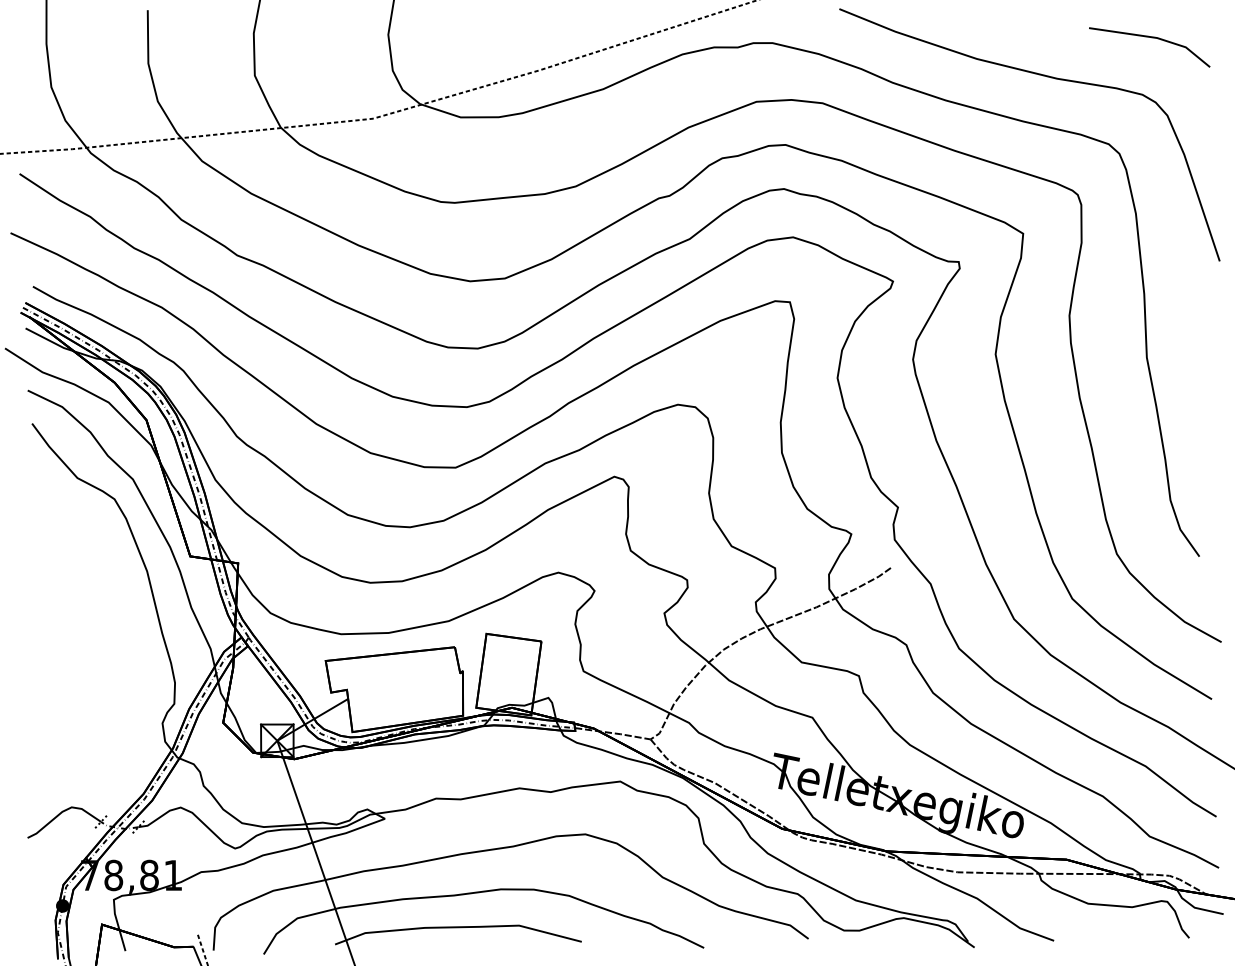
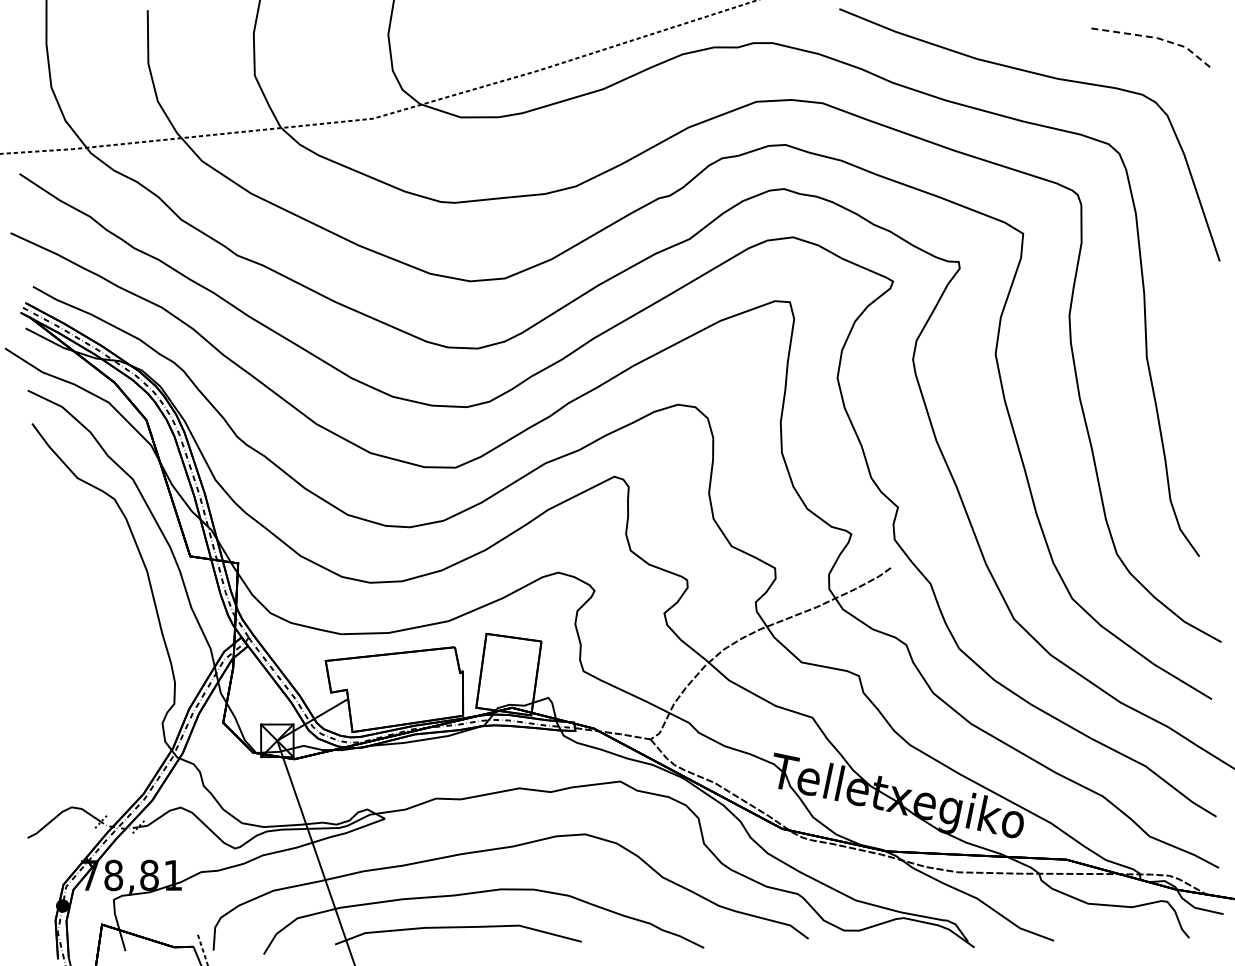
line at (1155, 37): solid -> dashed
